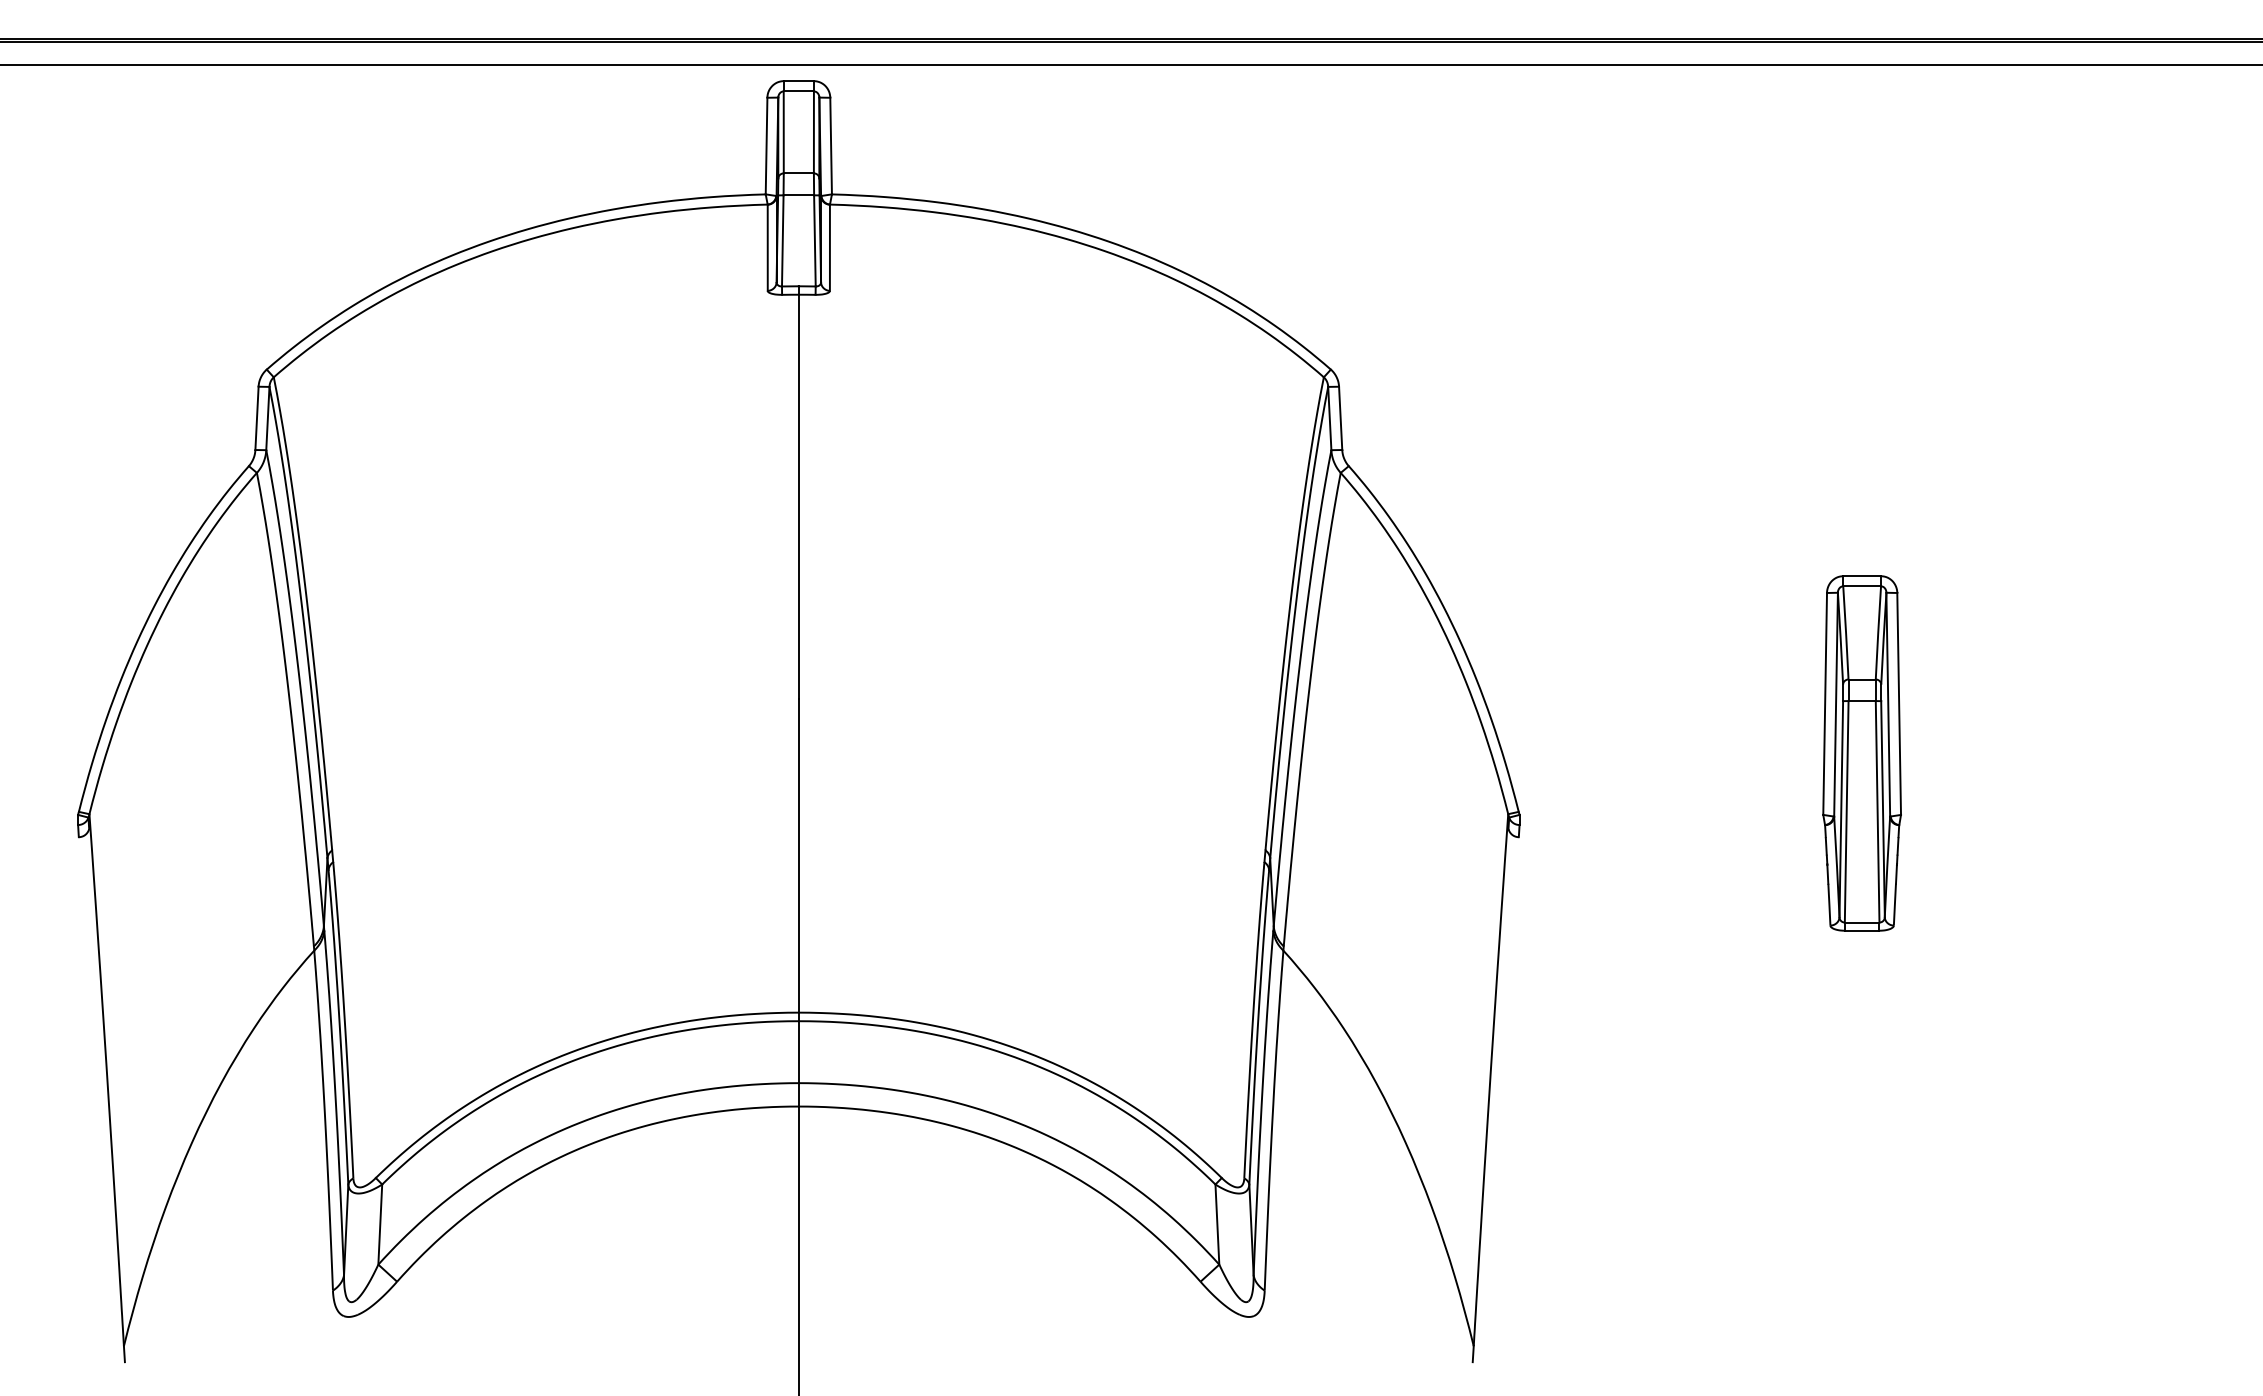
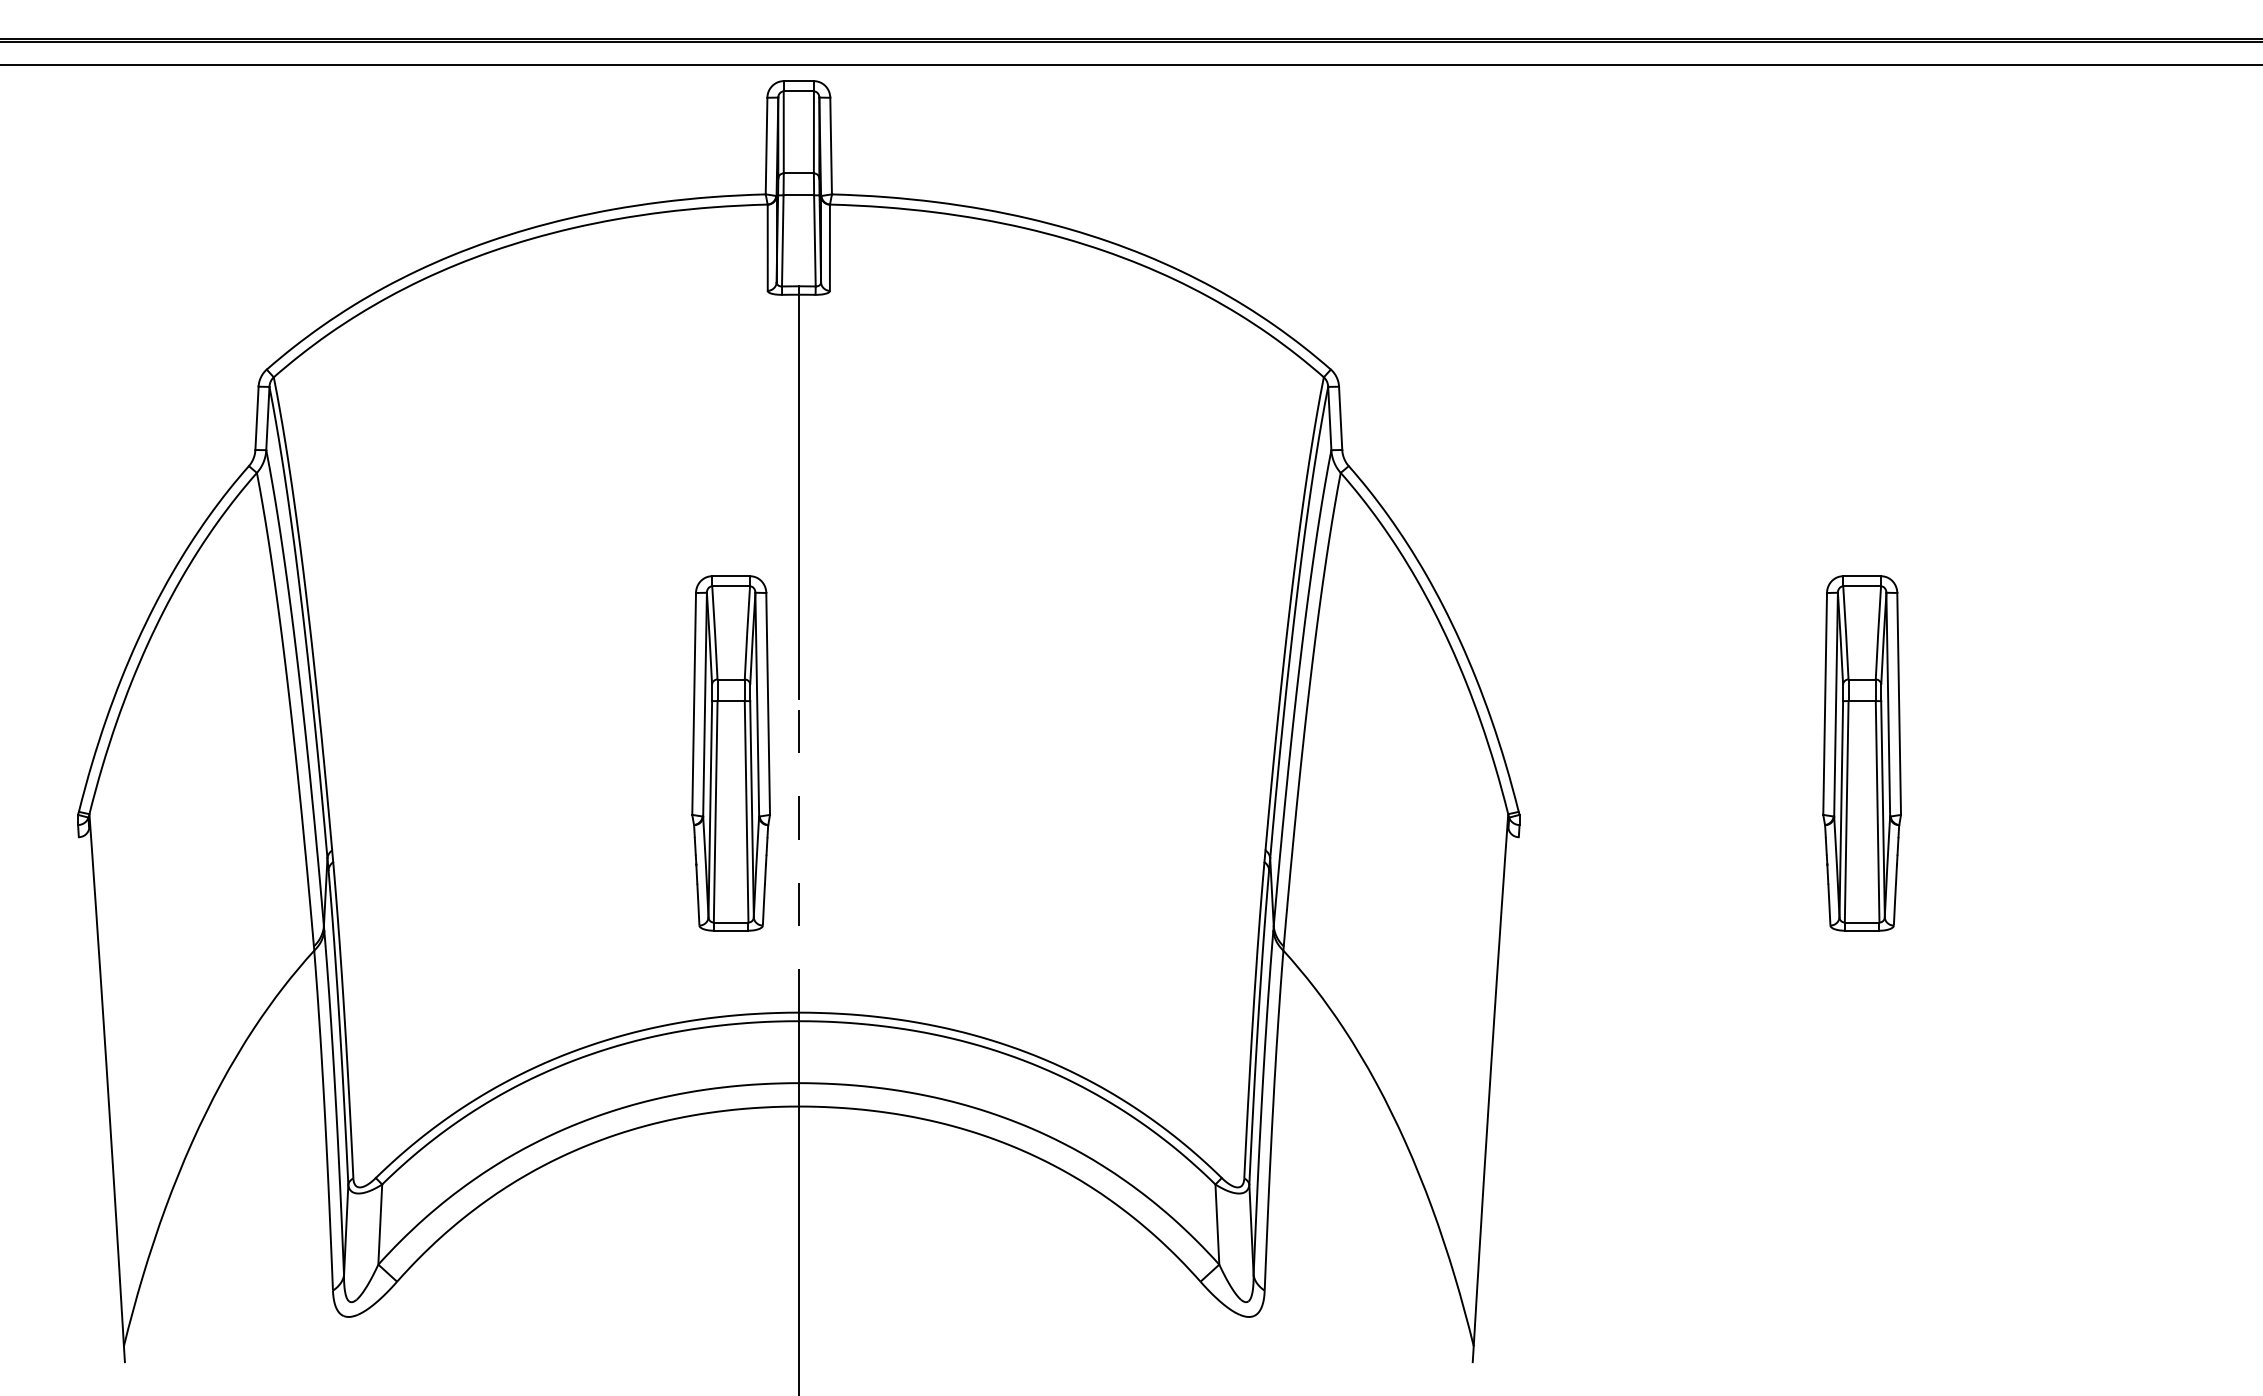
part at (730, 753): none -> present
line at (798, 856): solid -> dashed
